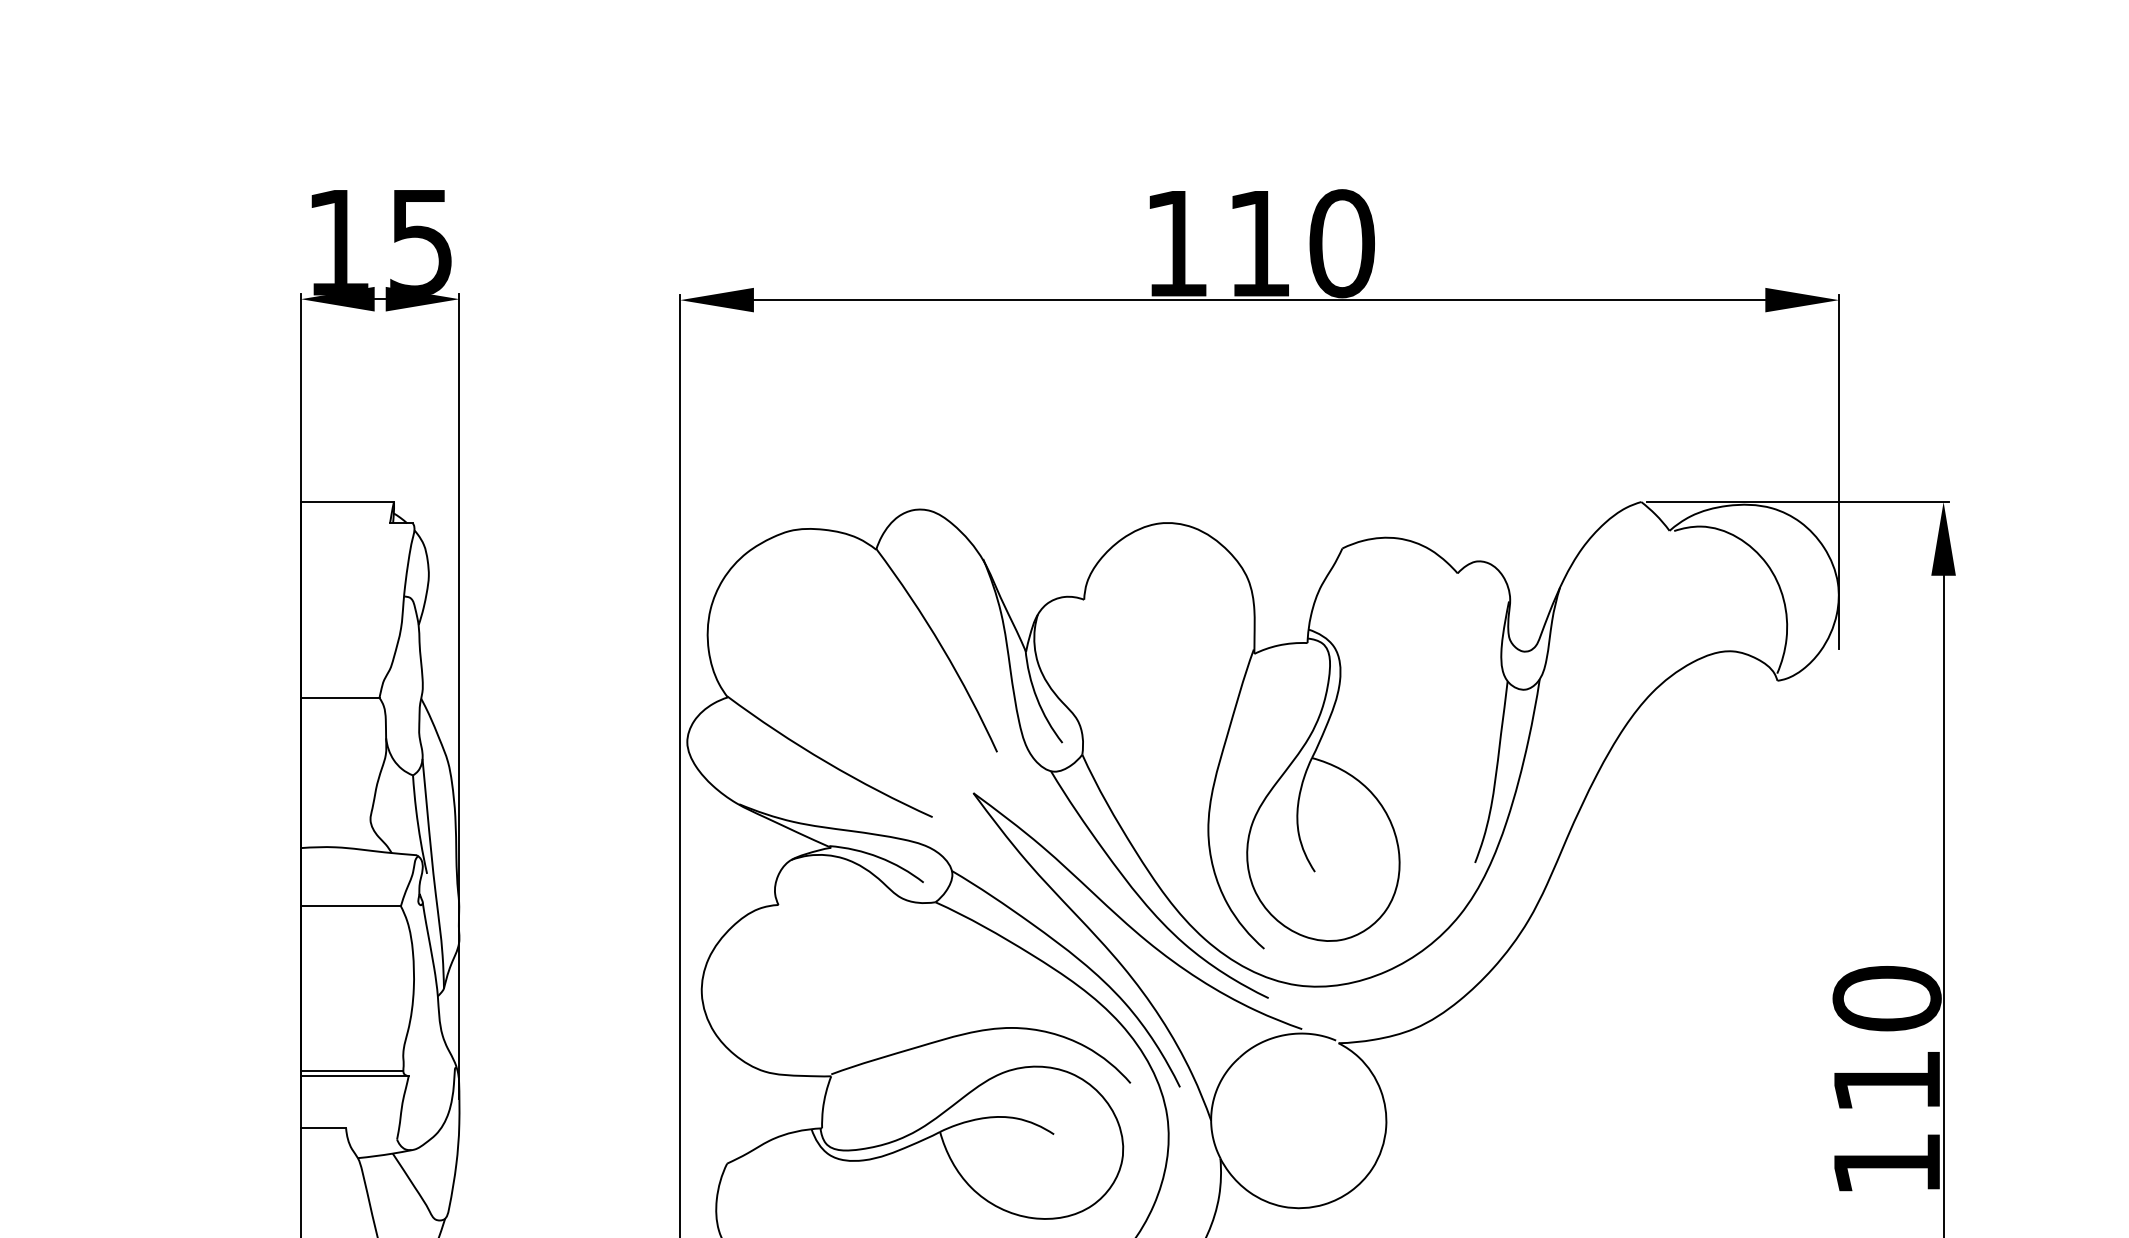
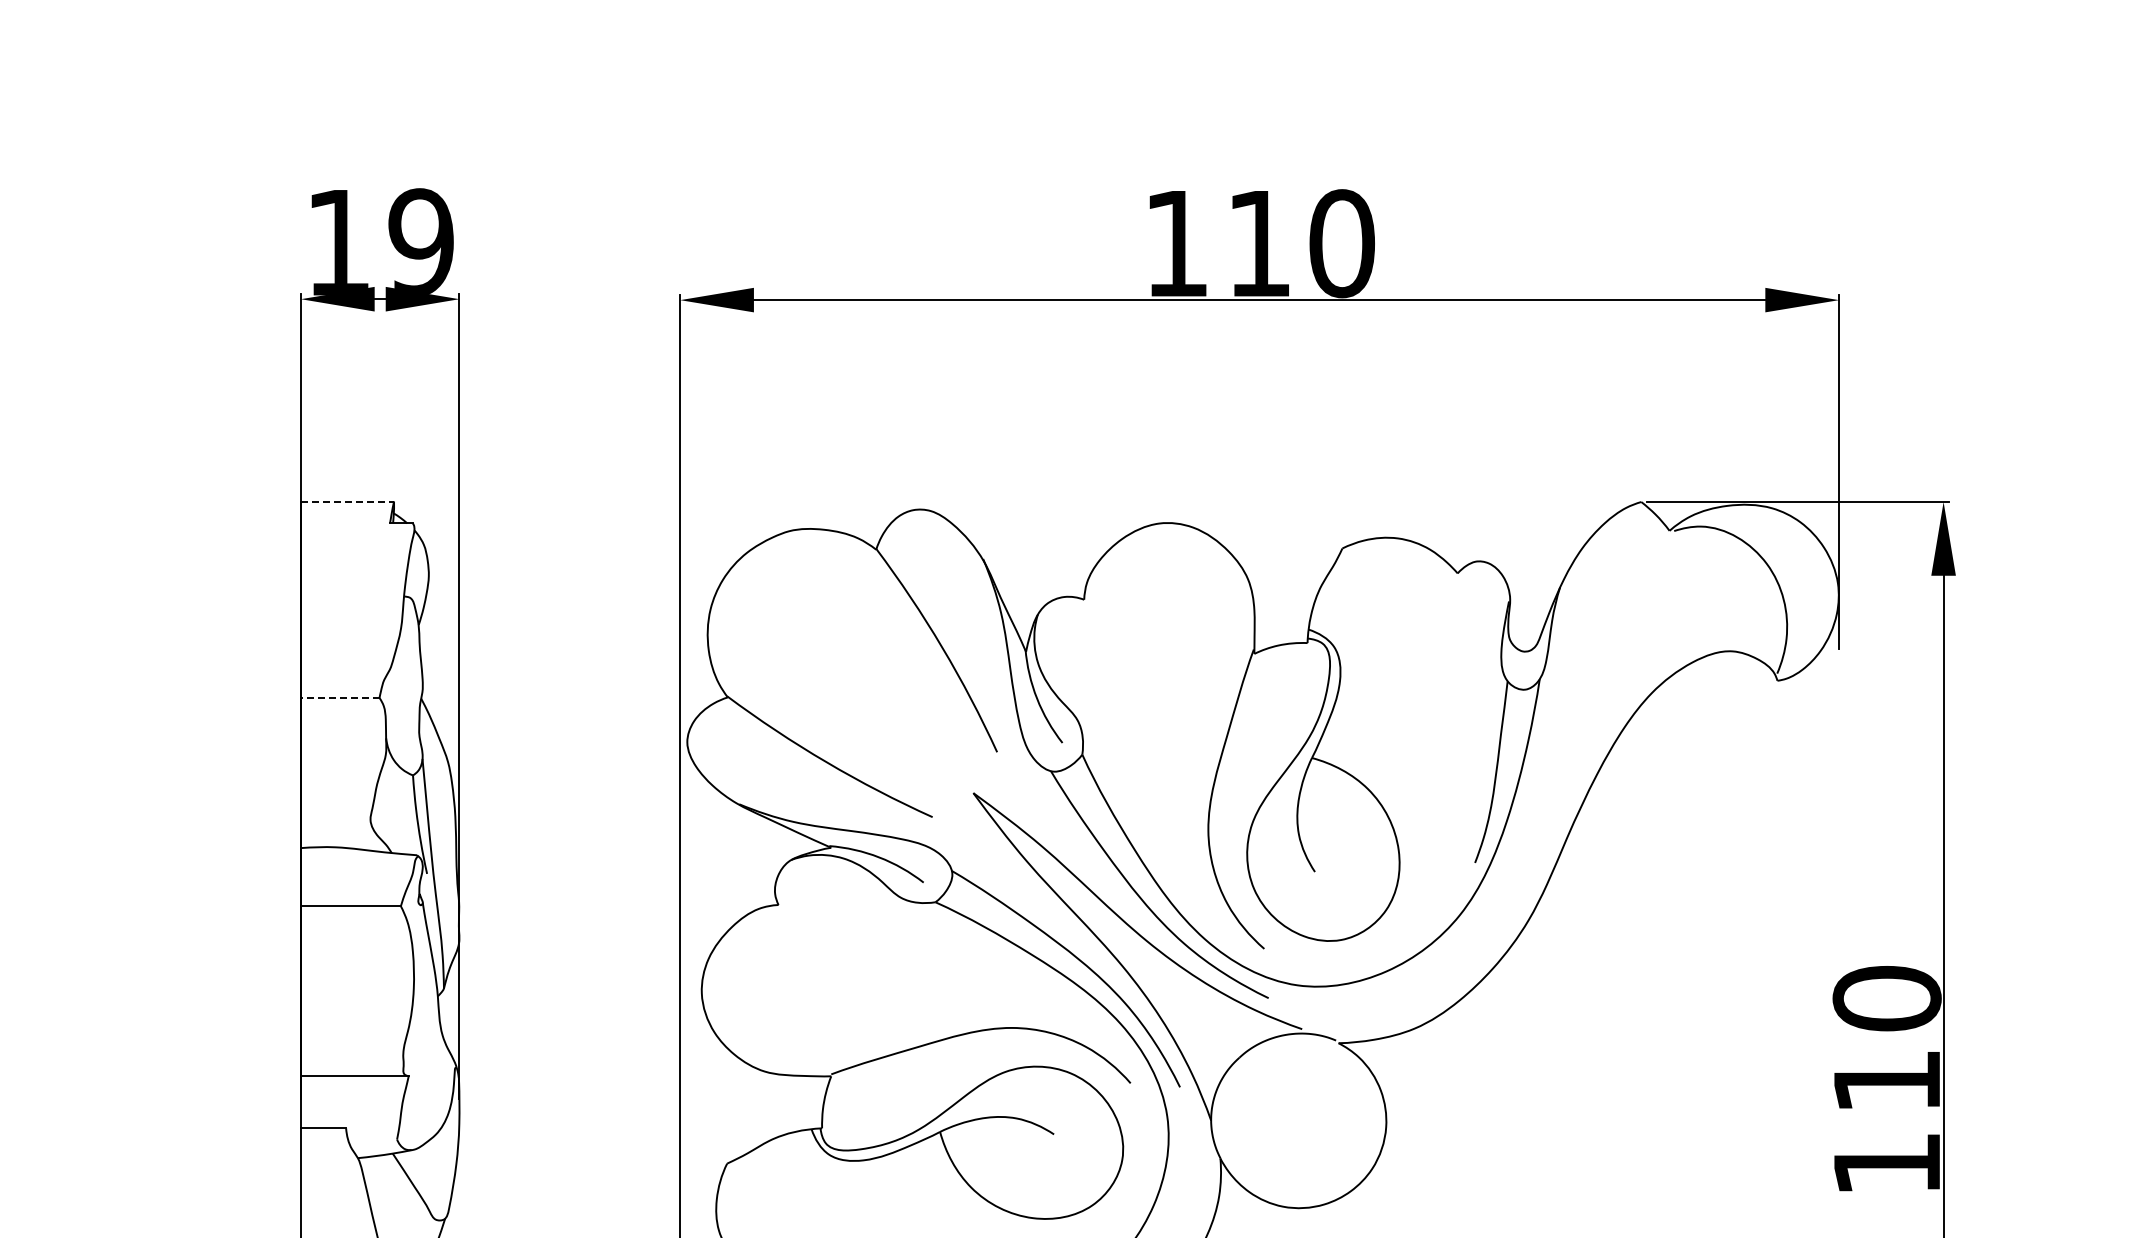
text at (420, 241): 15 -> 19
line at (347, 501): solid -> dashed
line at (339, 697): solid -> dashed
line at (351, 1071): present -> none
